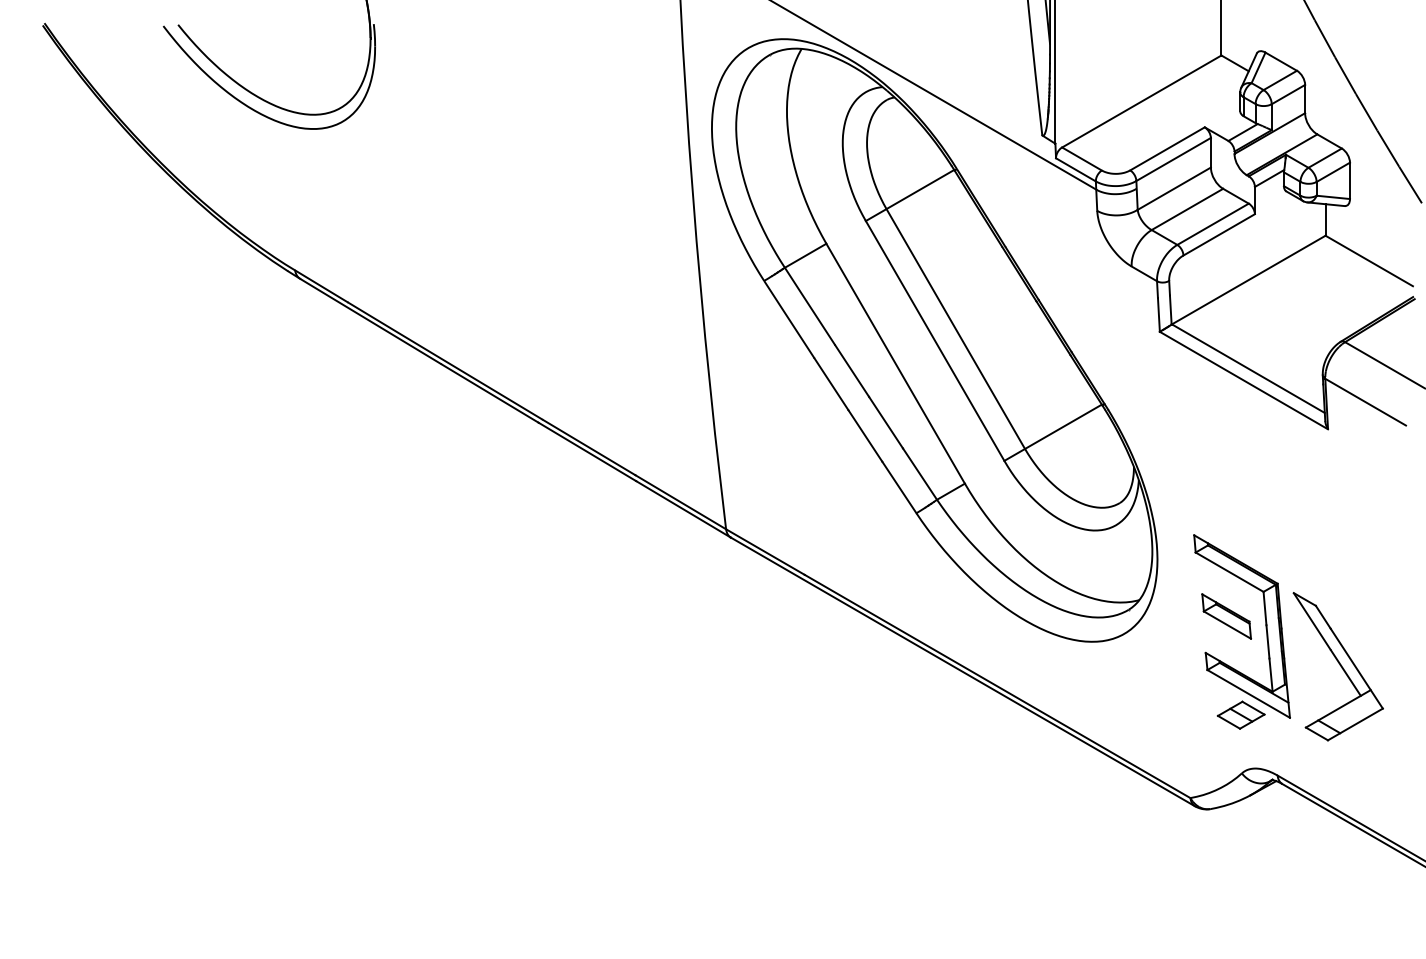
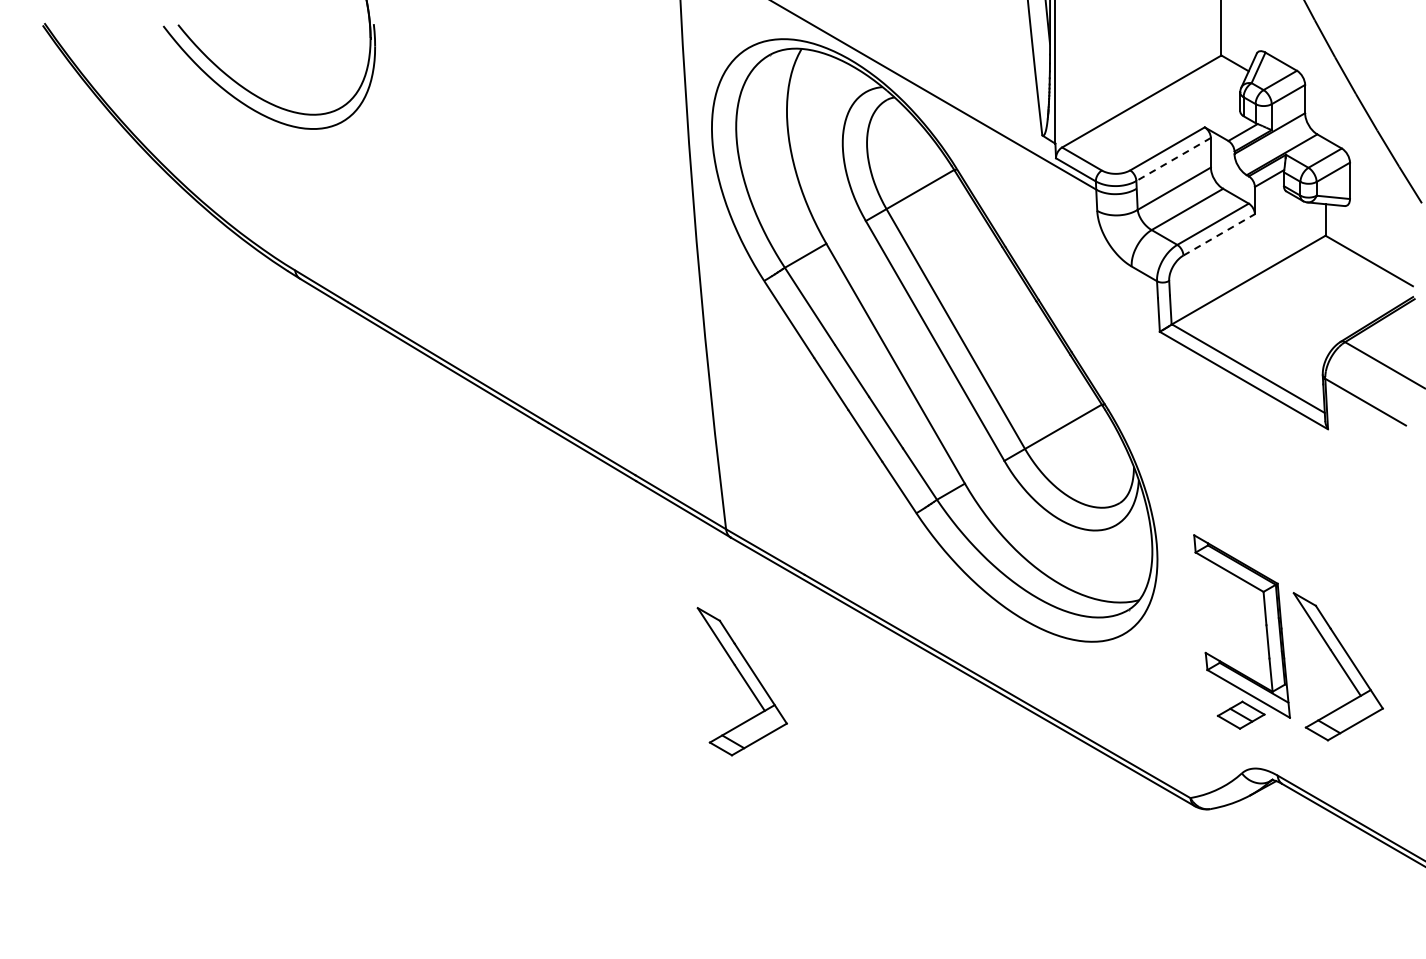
line at (1173, 159): solid -> dashed
line at (1219, 234): solid -> dashed
part at (1226, 616): present -> none
part at (741, 681): none -> present
